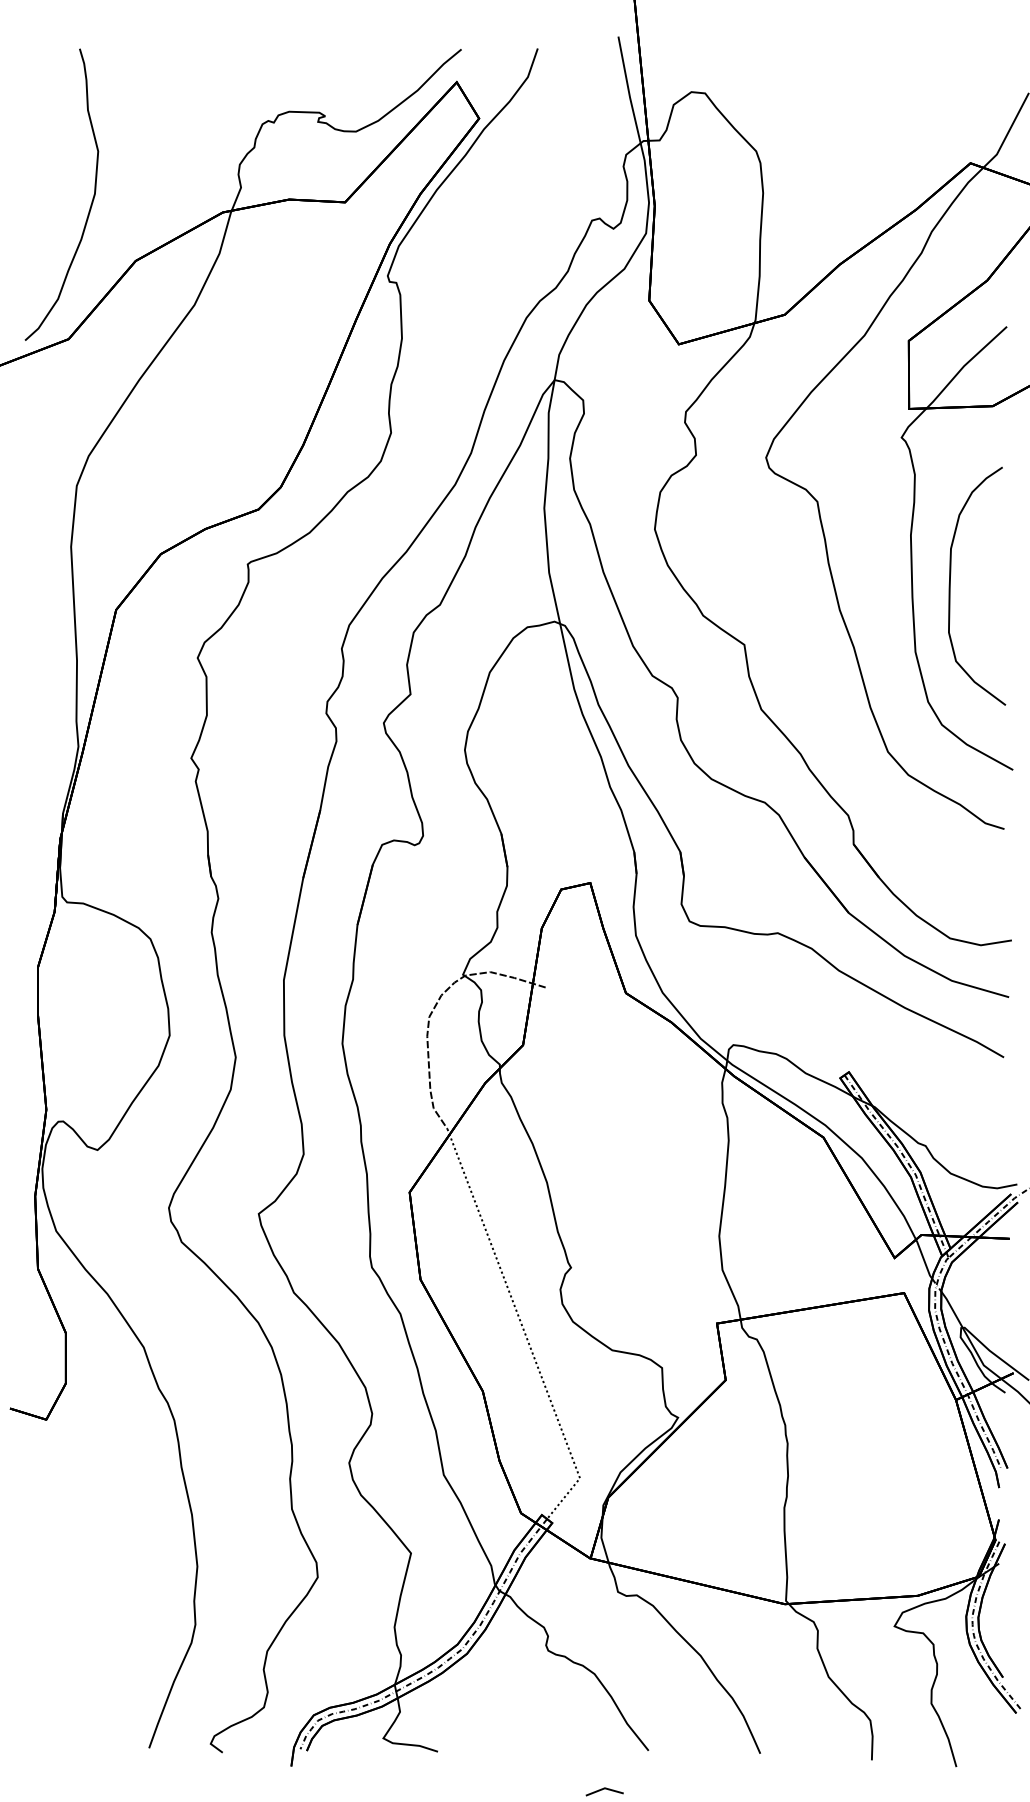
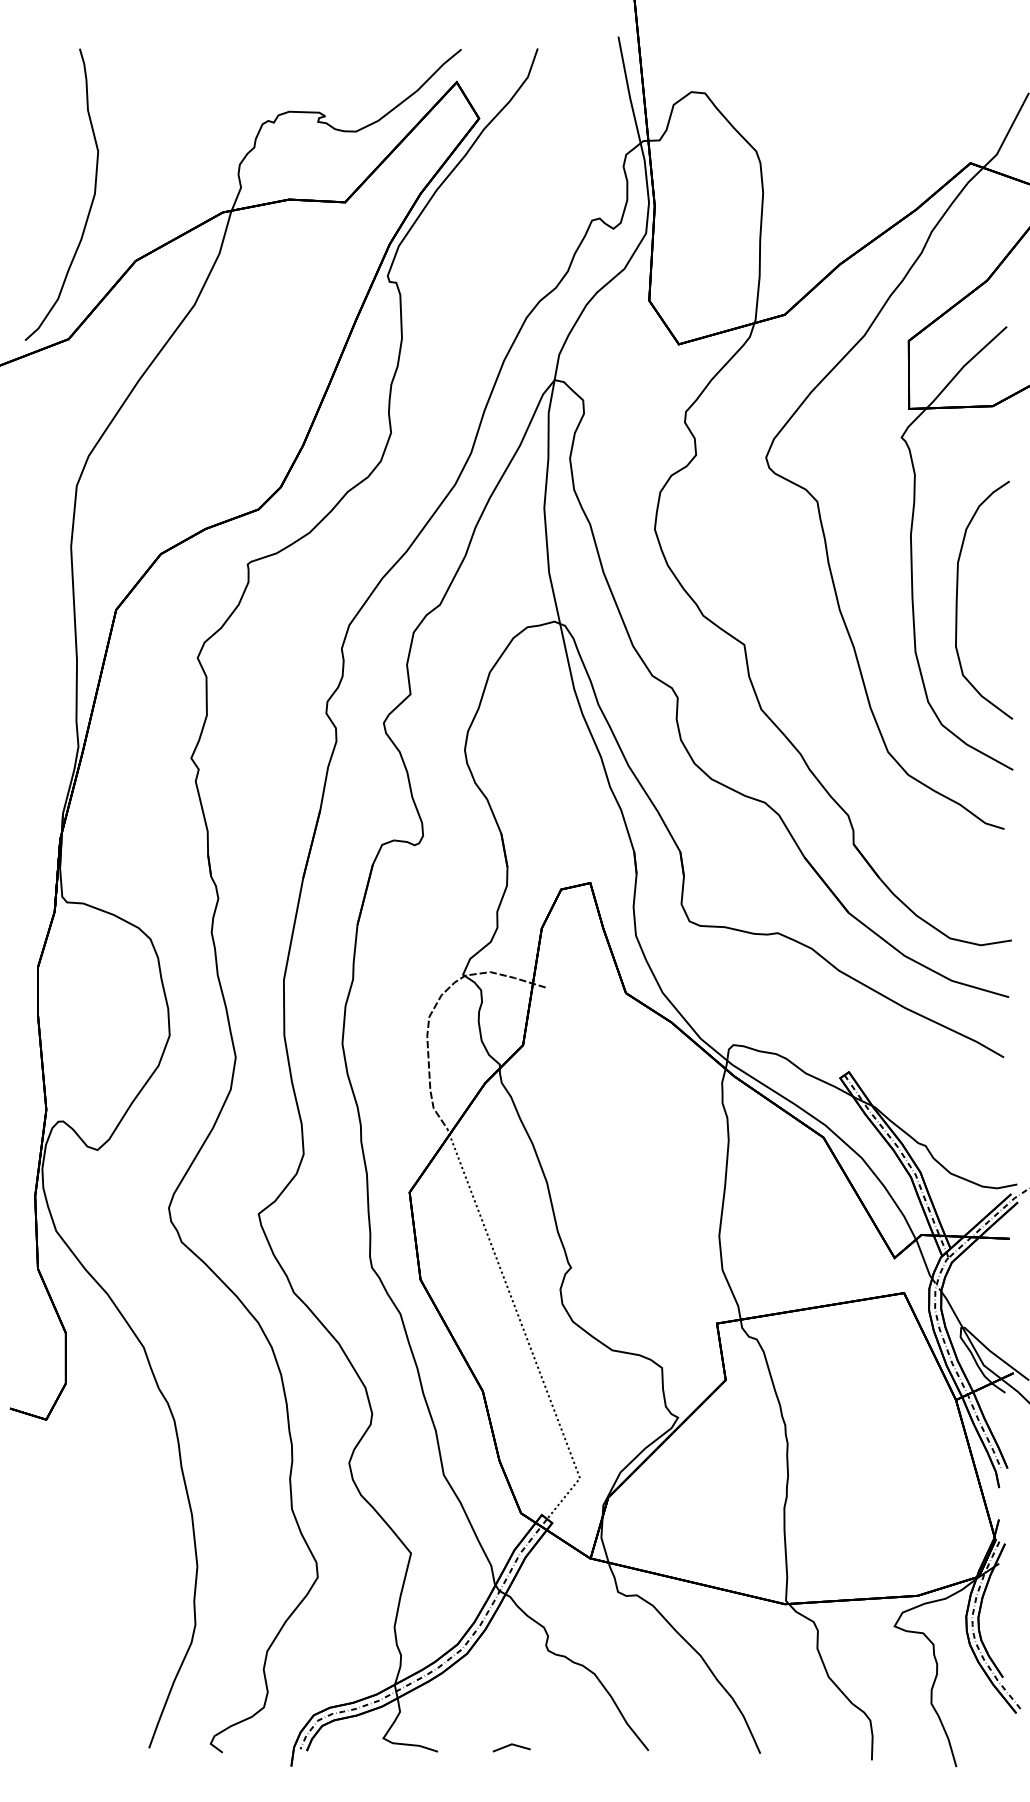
curve at (950, 585) position: (950, 585) -> (957, 599)
line at (604, 1789) position: (604, 1789) -> (511, 1745)
